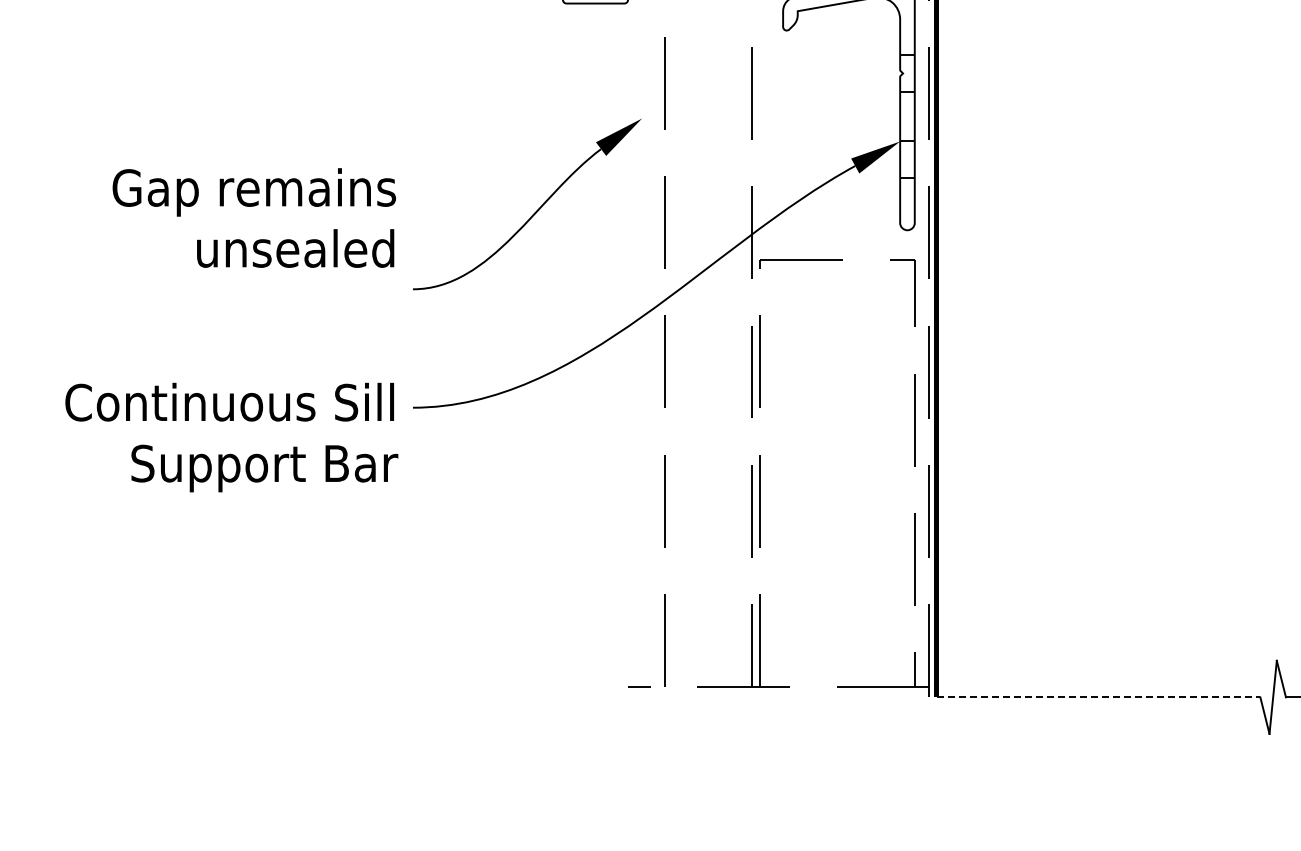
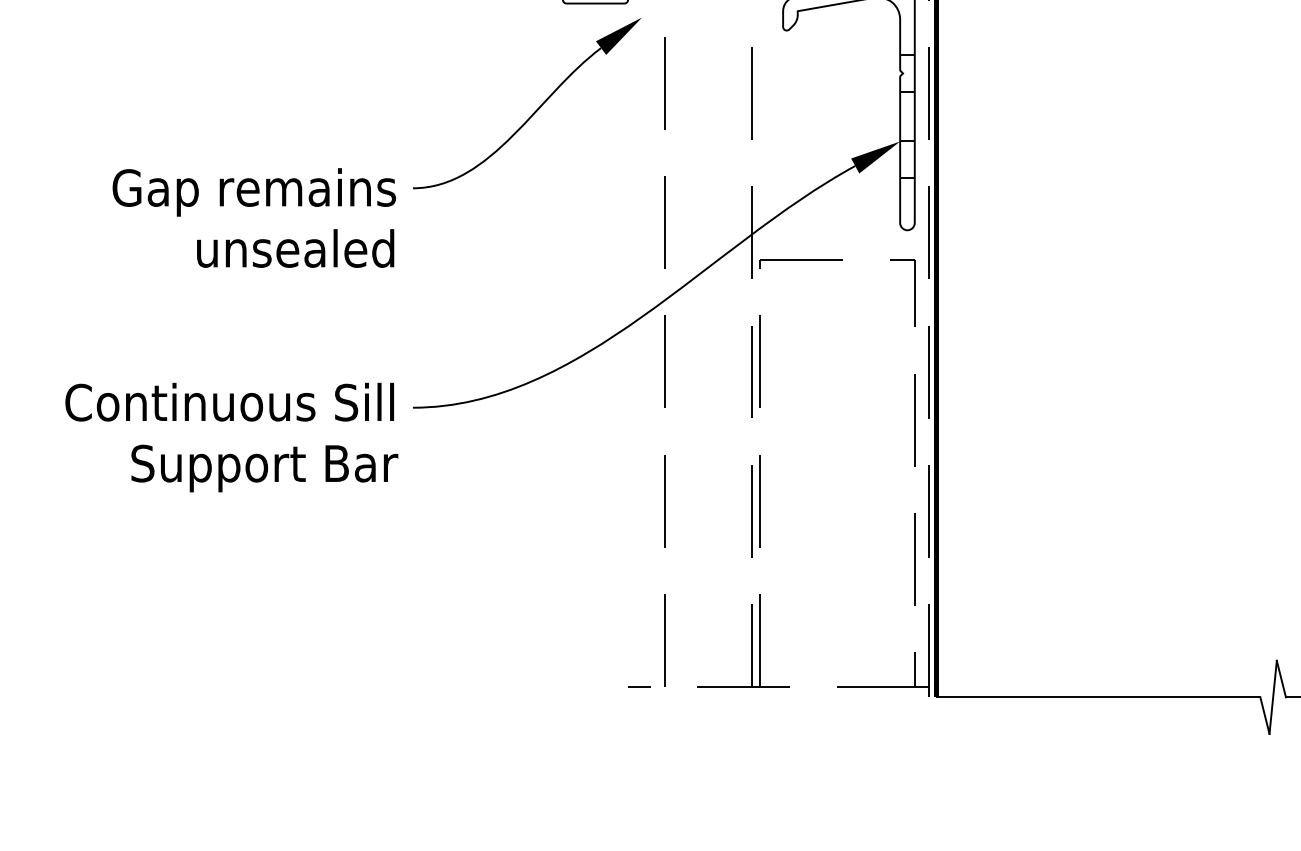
part at (535, 211) position: (535, 211) -> (535, 110)
line at (1098, 697): dashed -> solid
